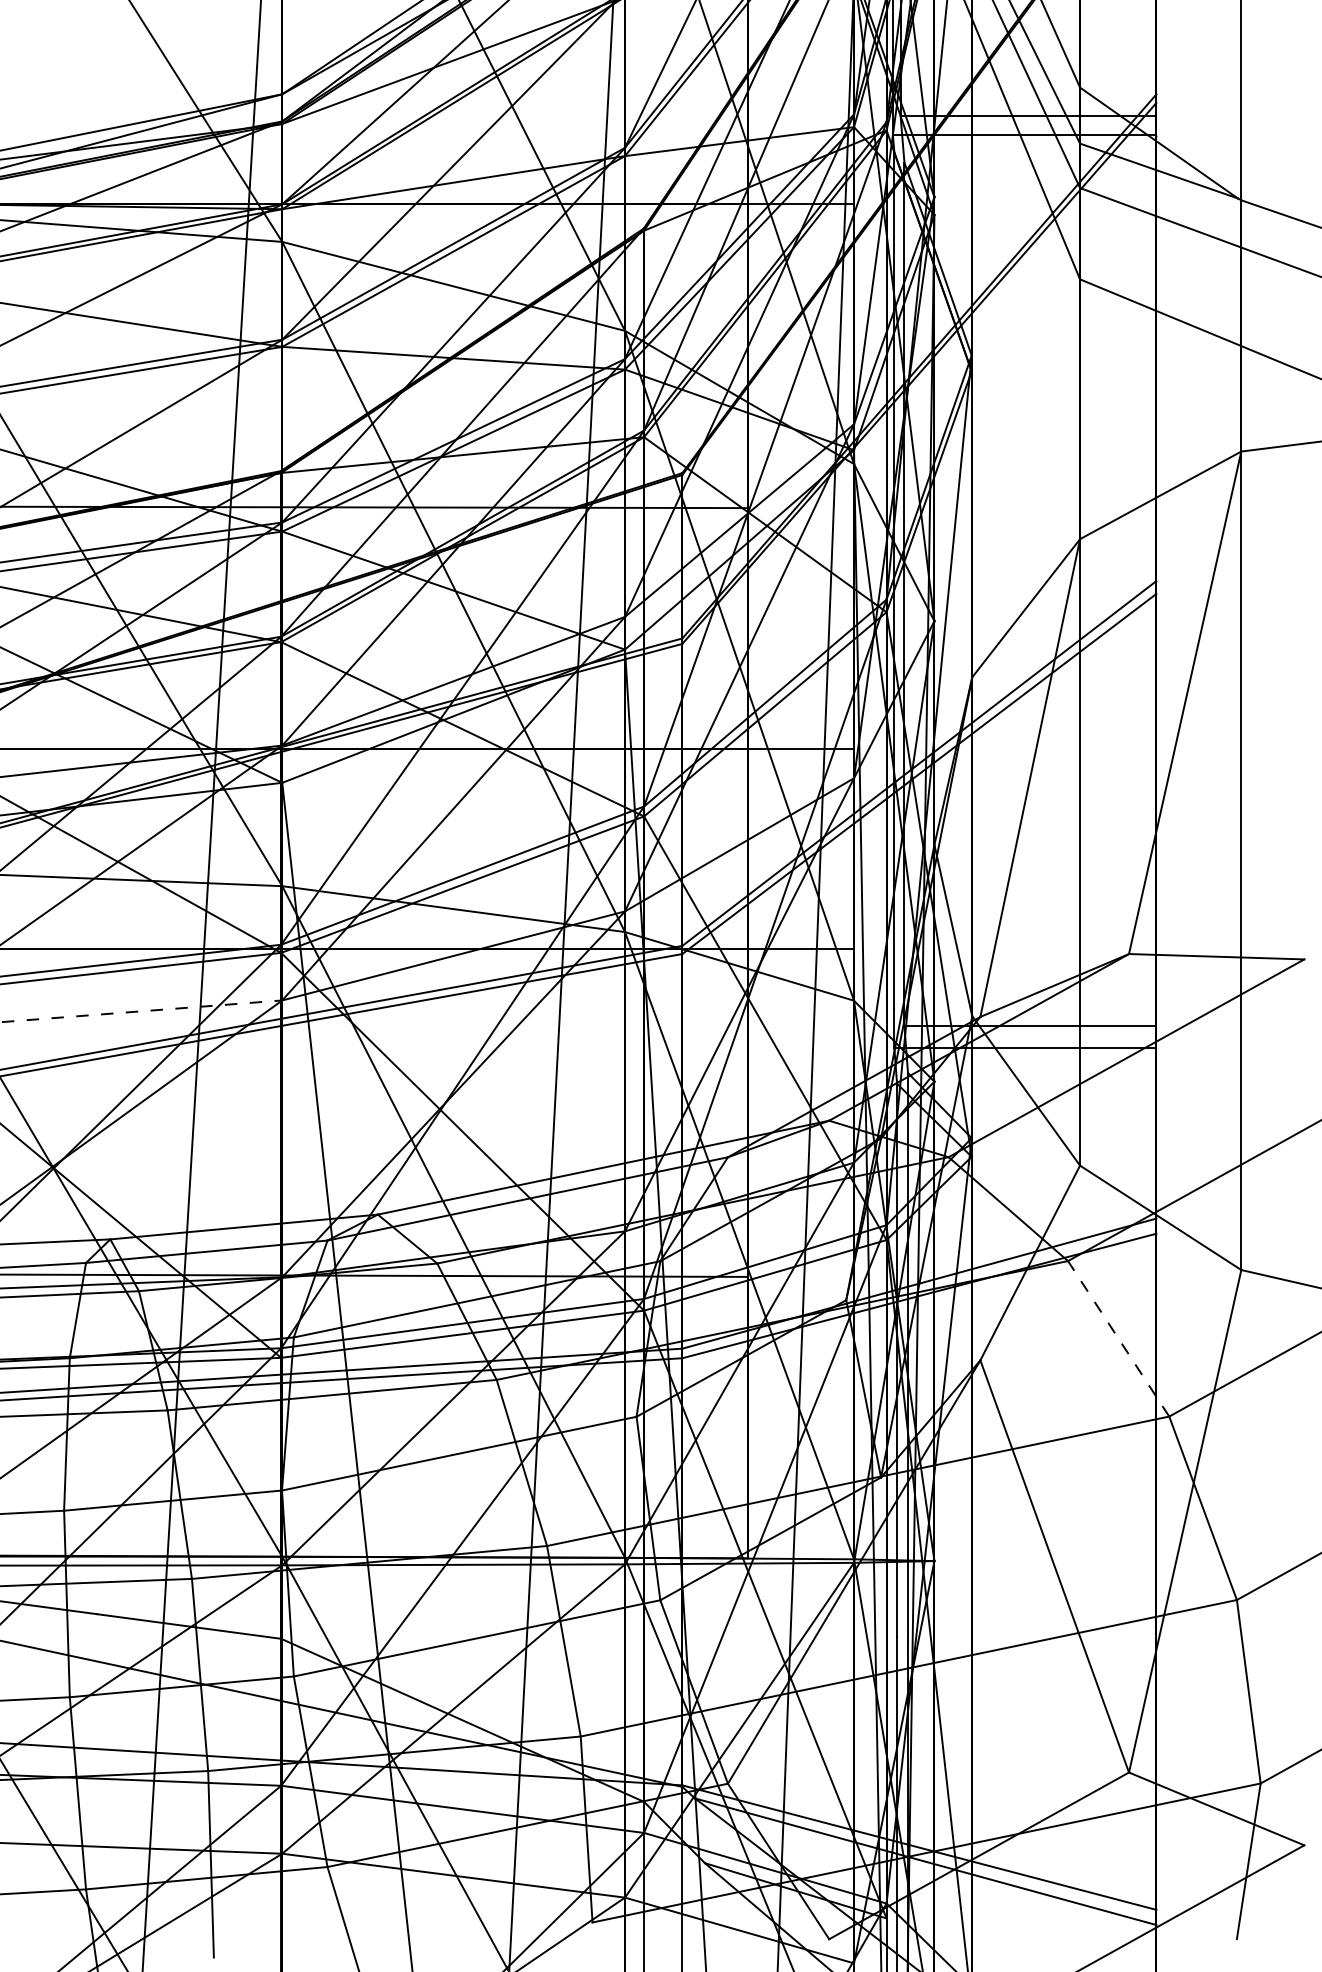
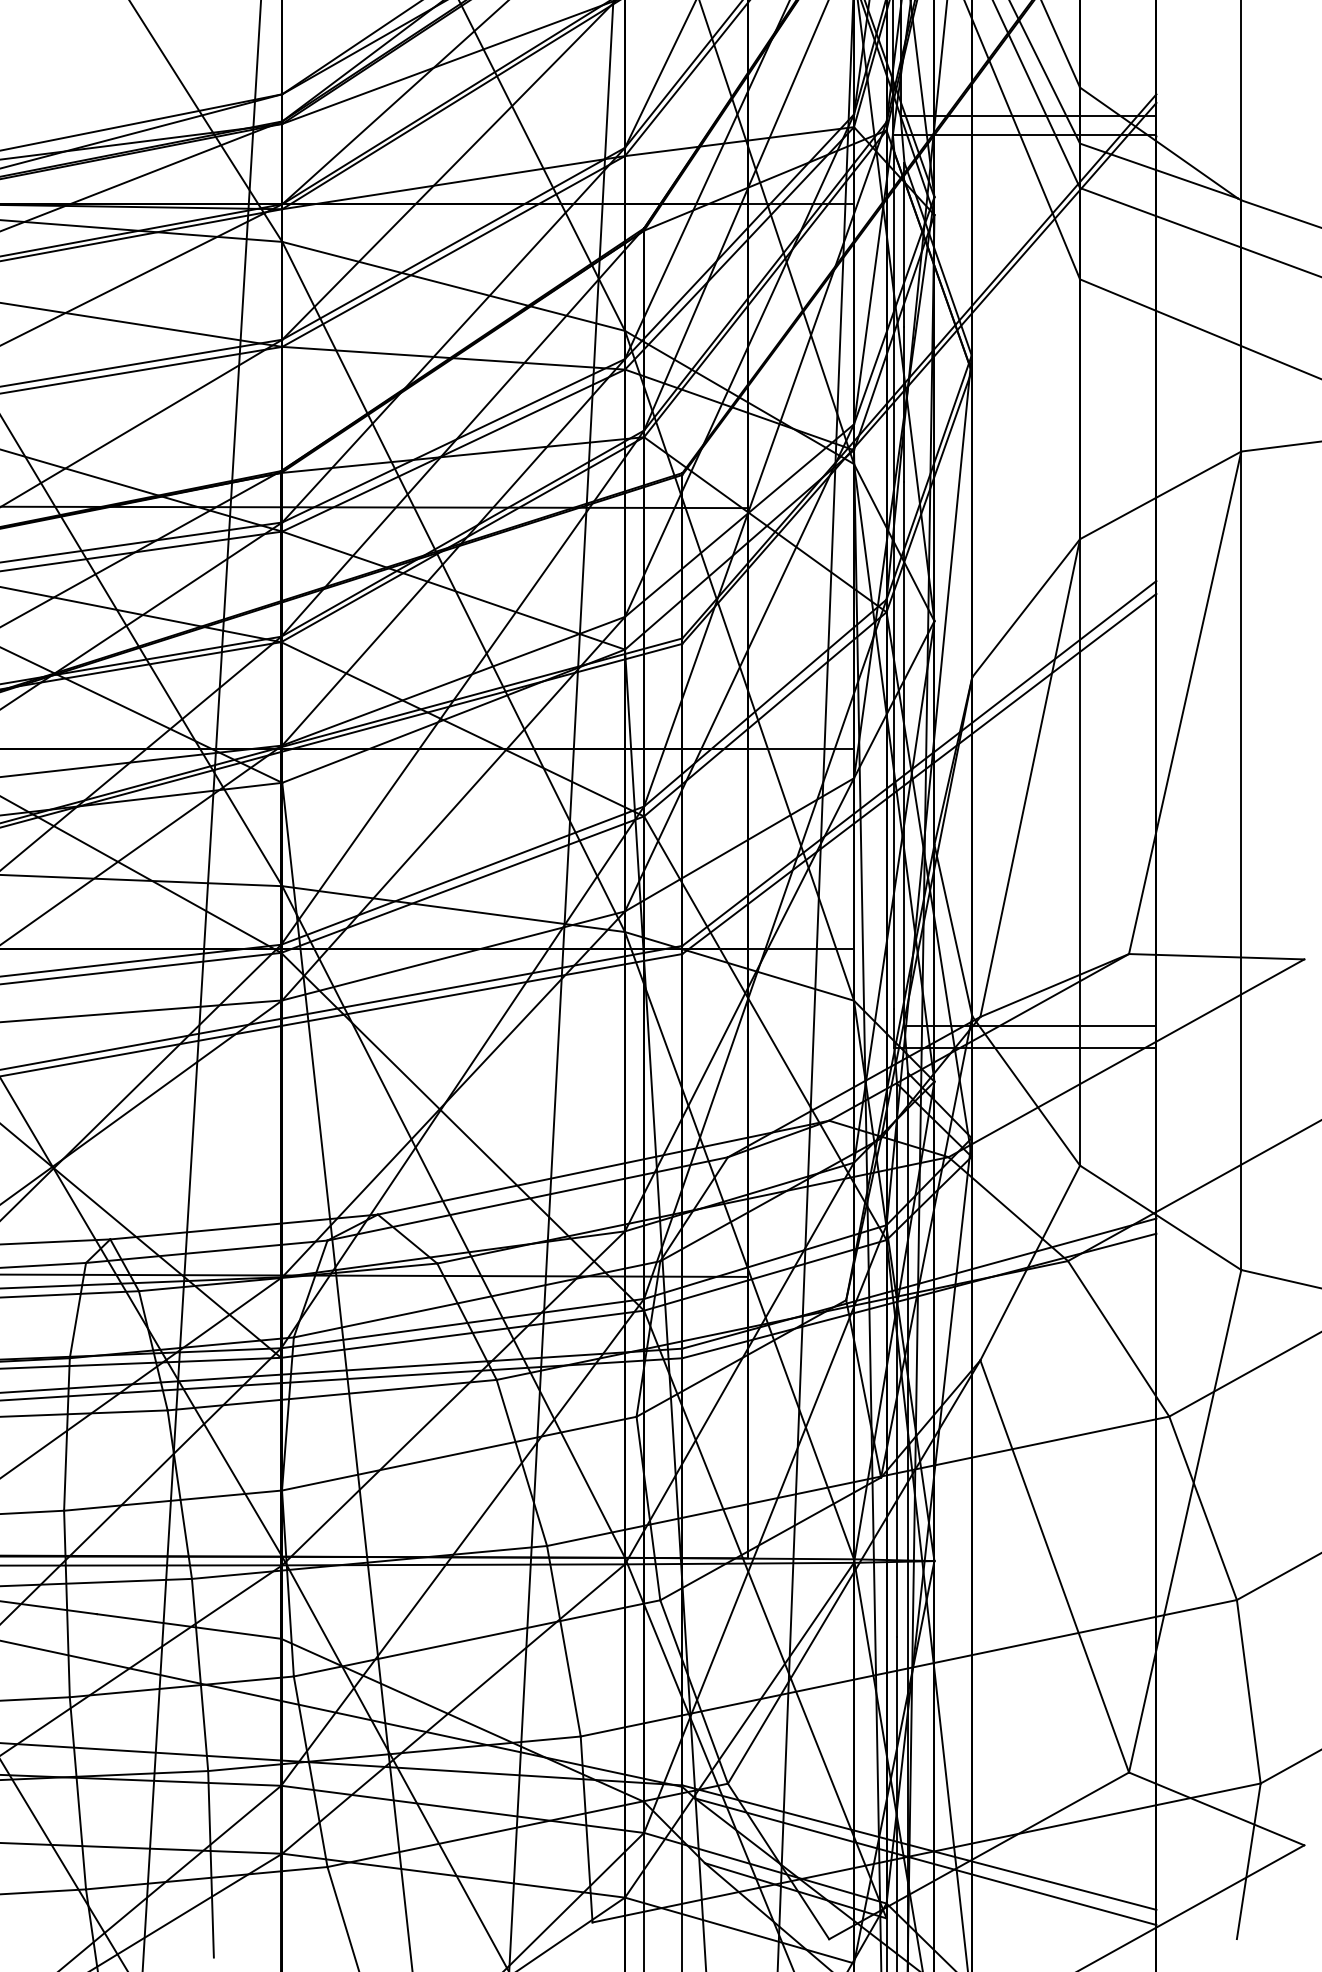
line at (141, 1011): dashed -> solid
line at (1118, 1338): dashed -> solid
